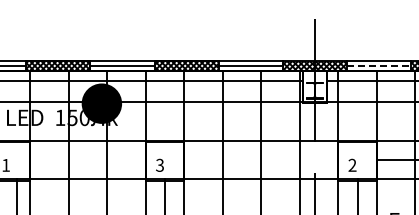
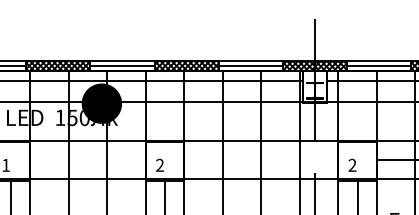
line at (379, 66): dashed -> solid
text at (159, 165): 3 -> 2
line at (17, 195) position: (17, 195) -> (11, 195)
